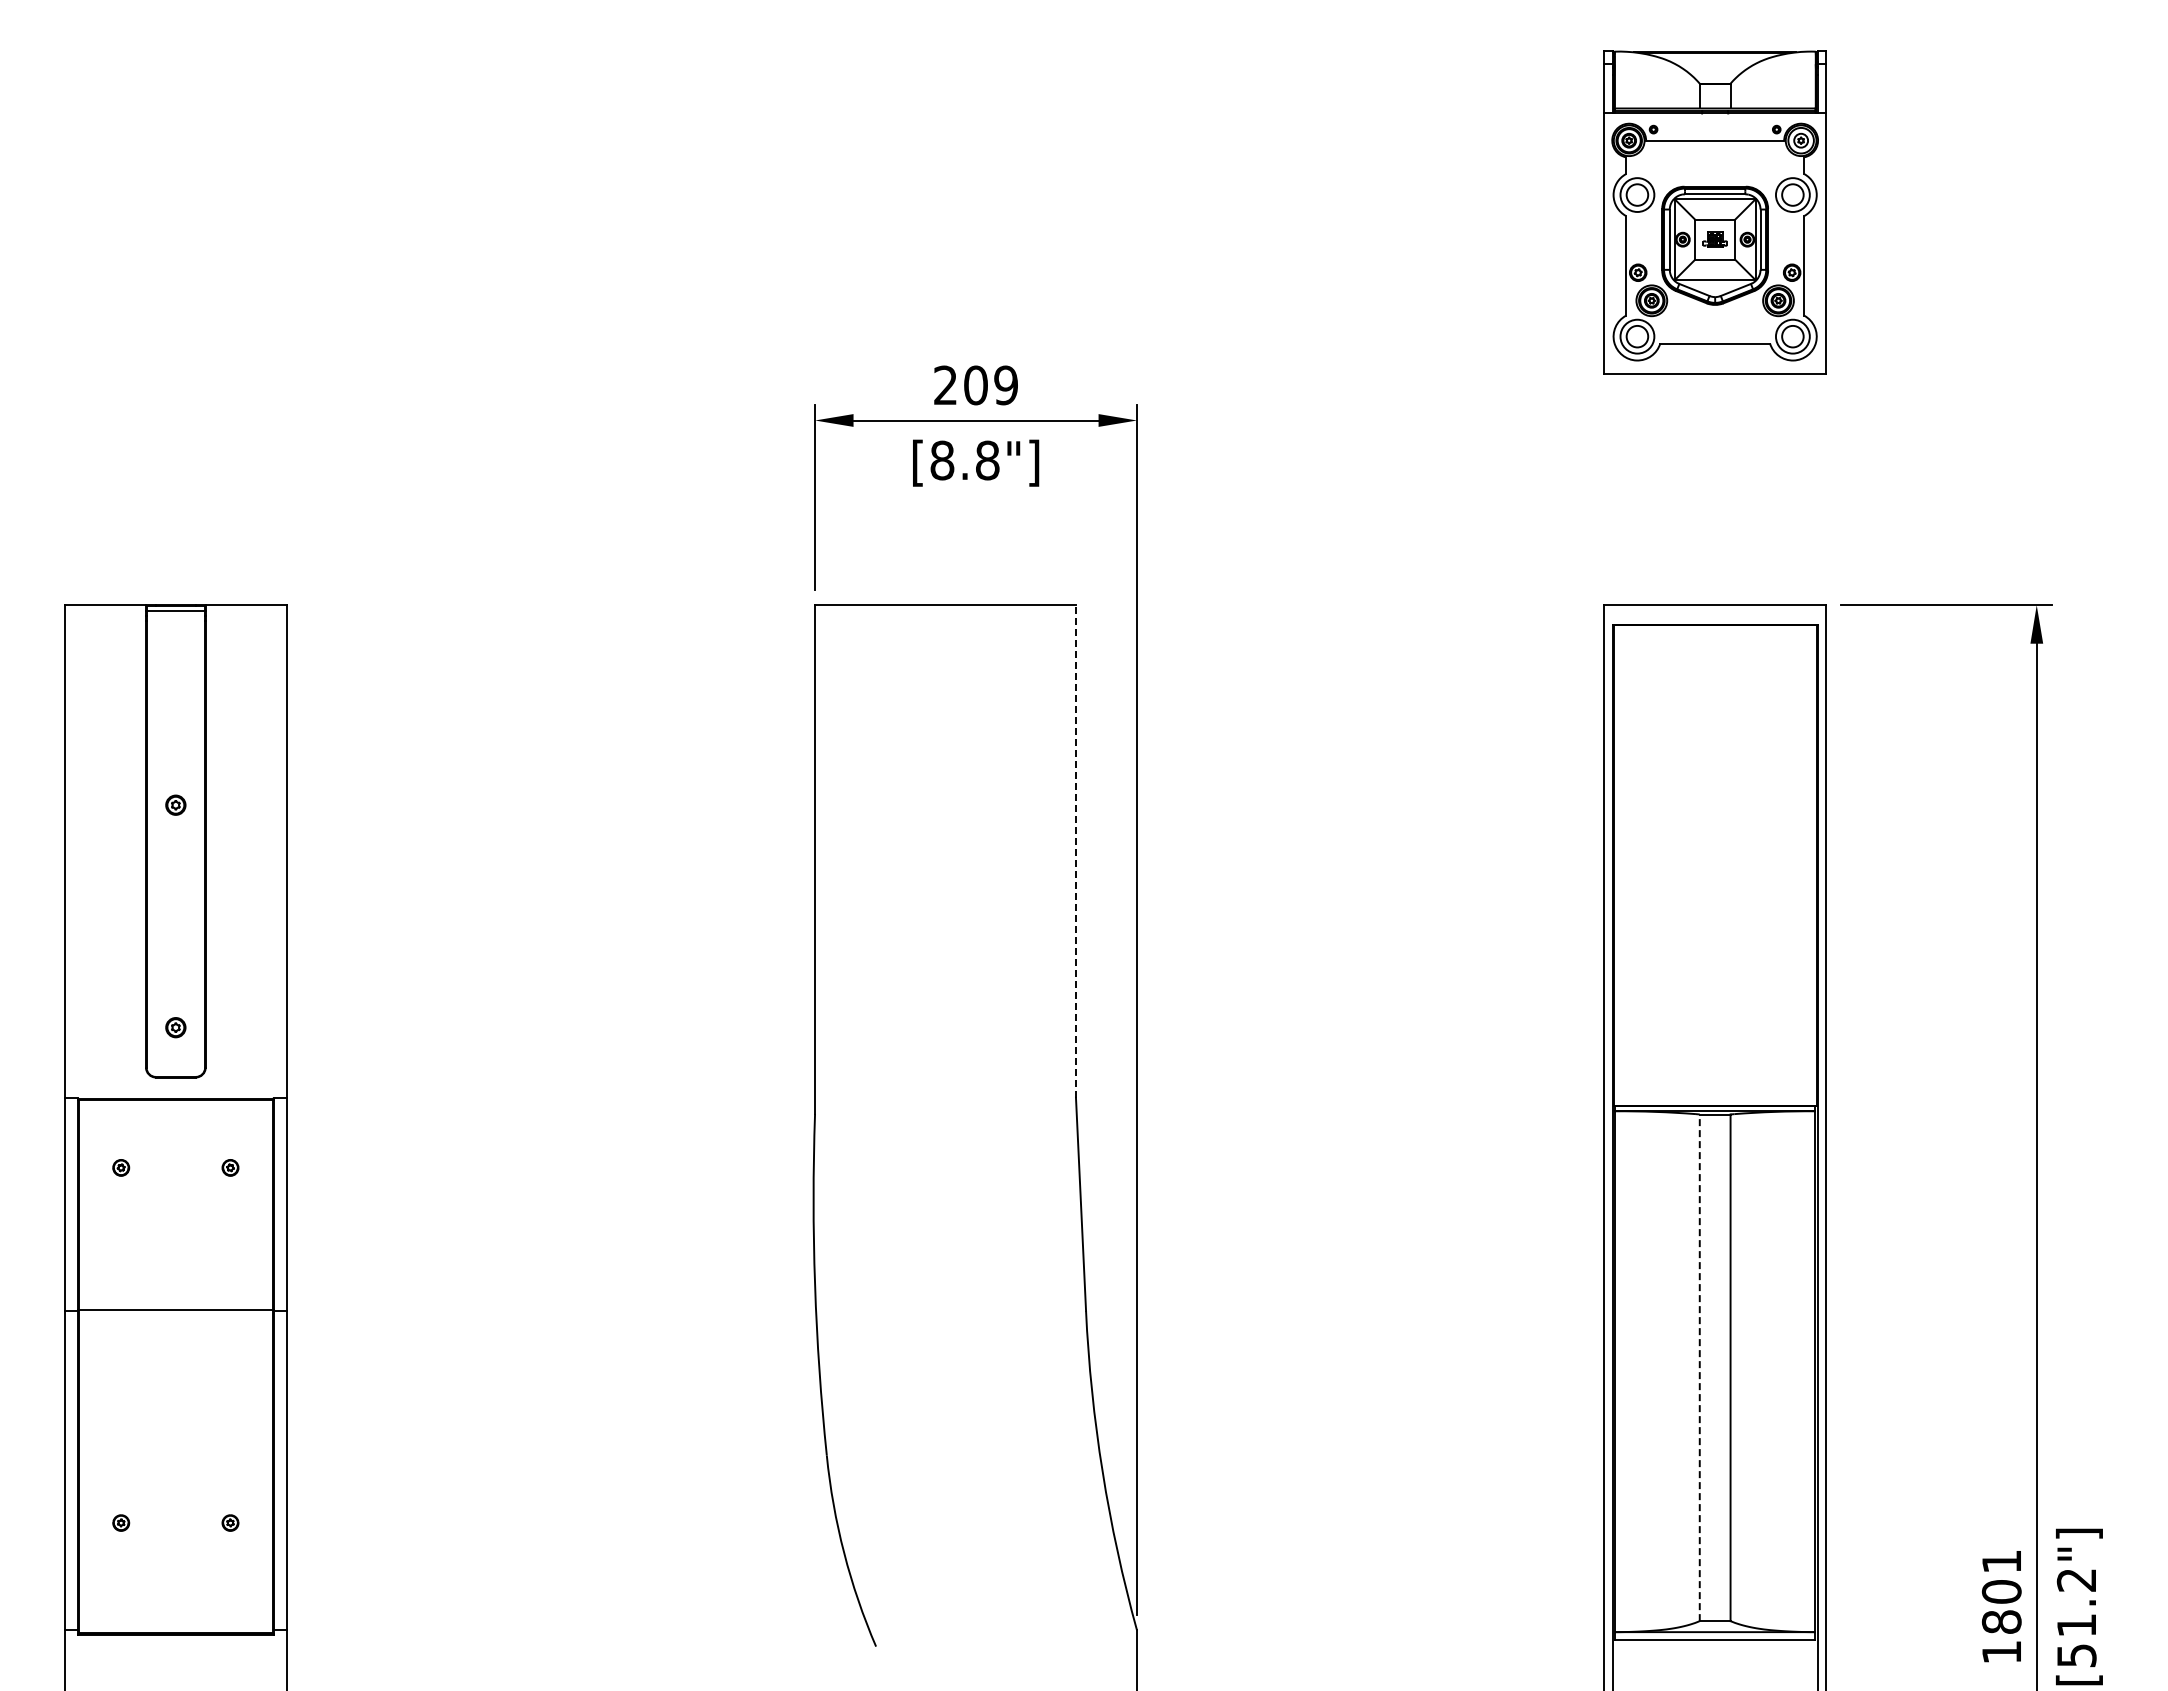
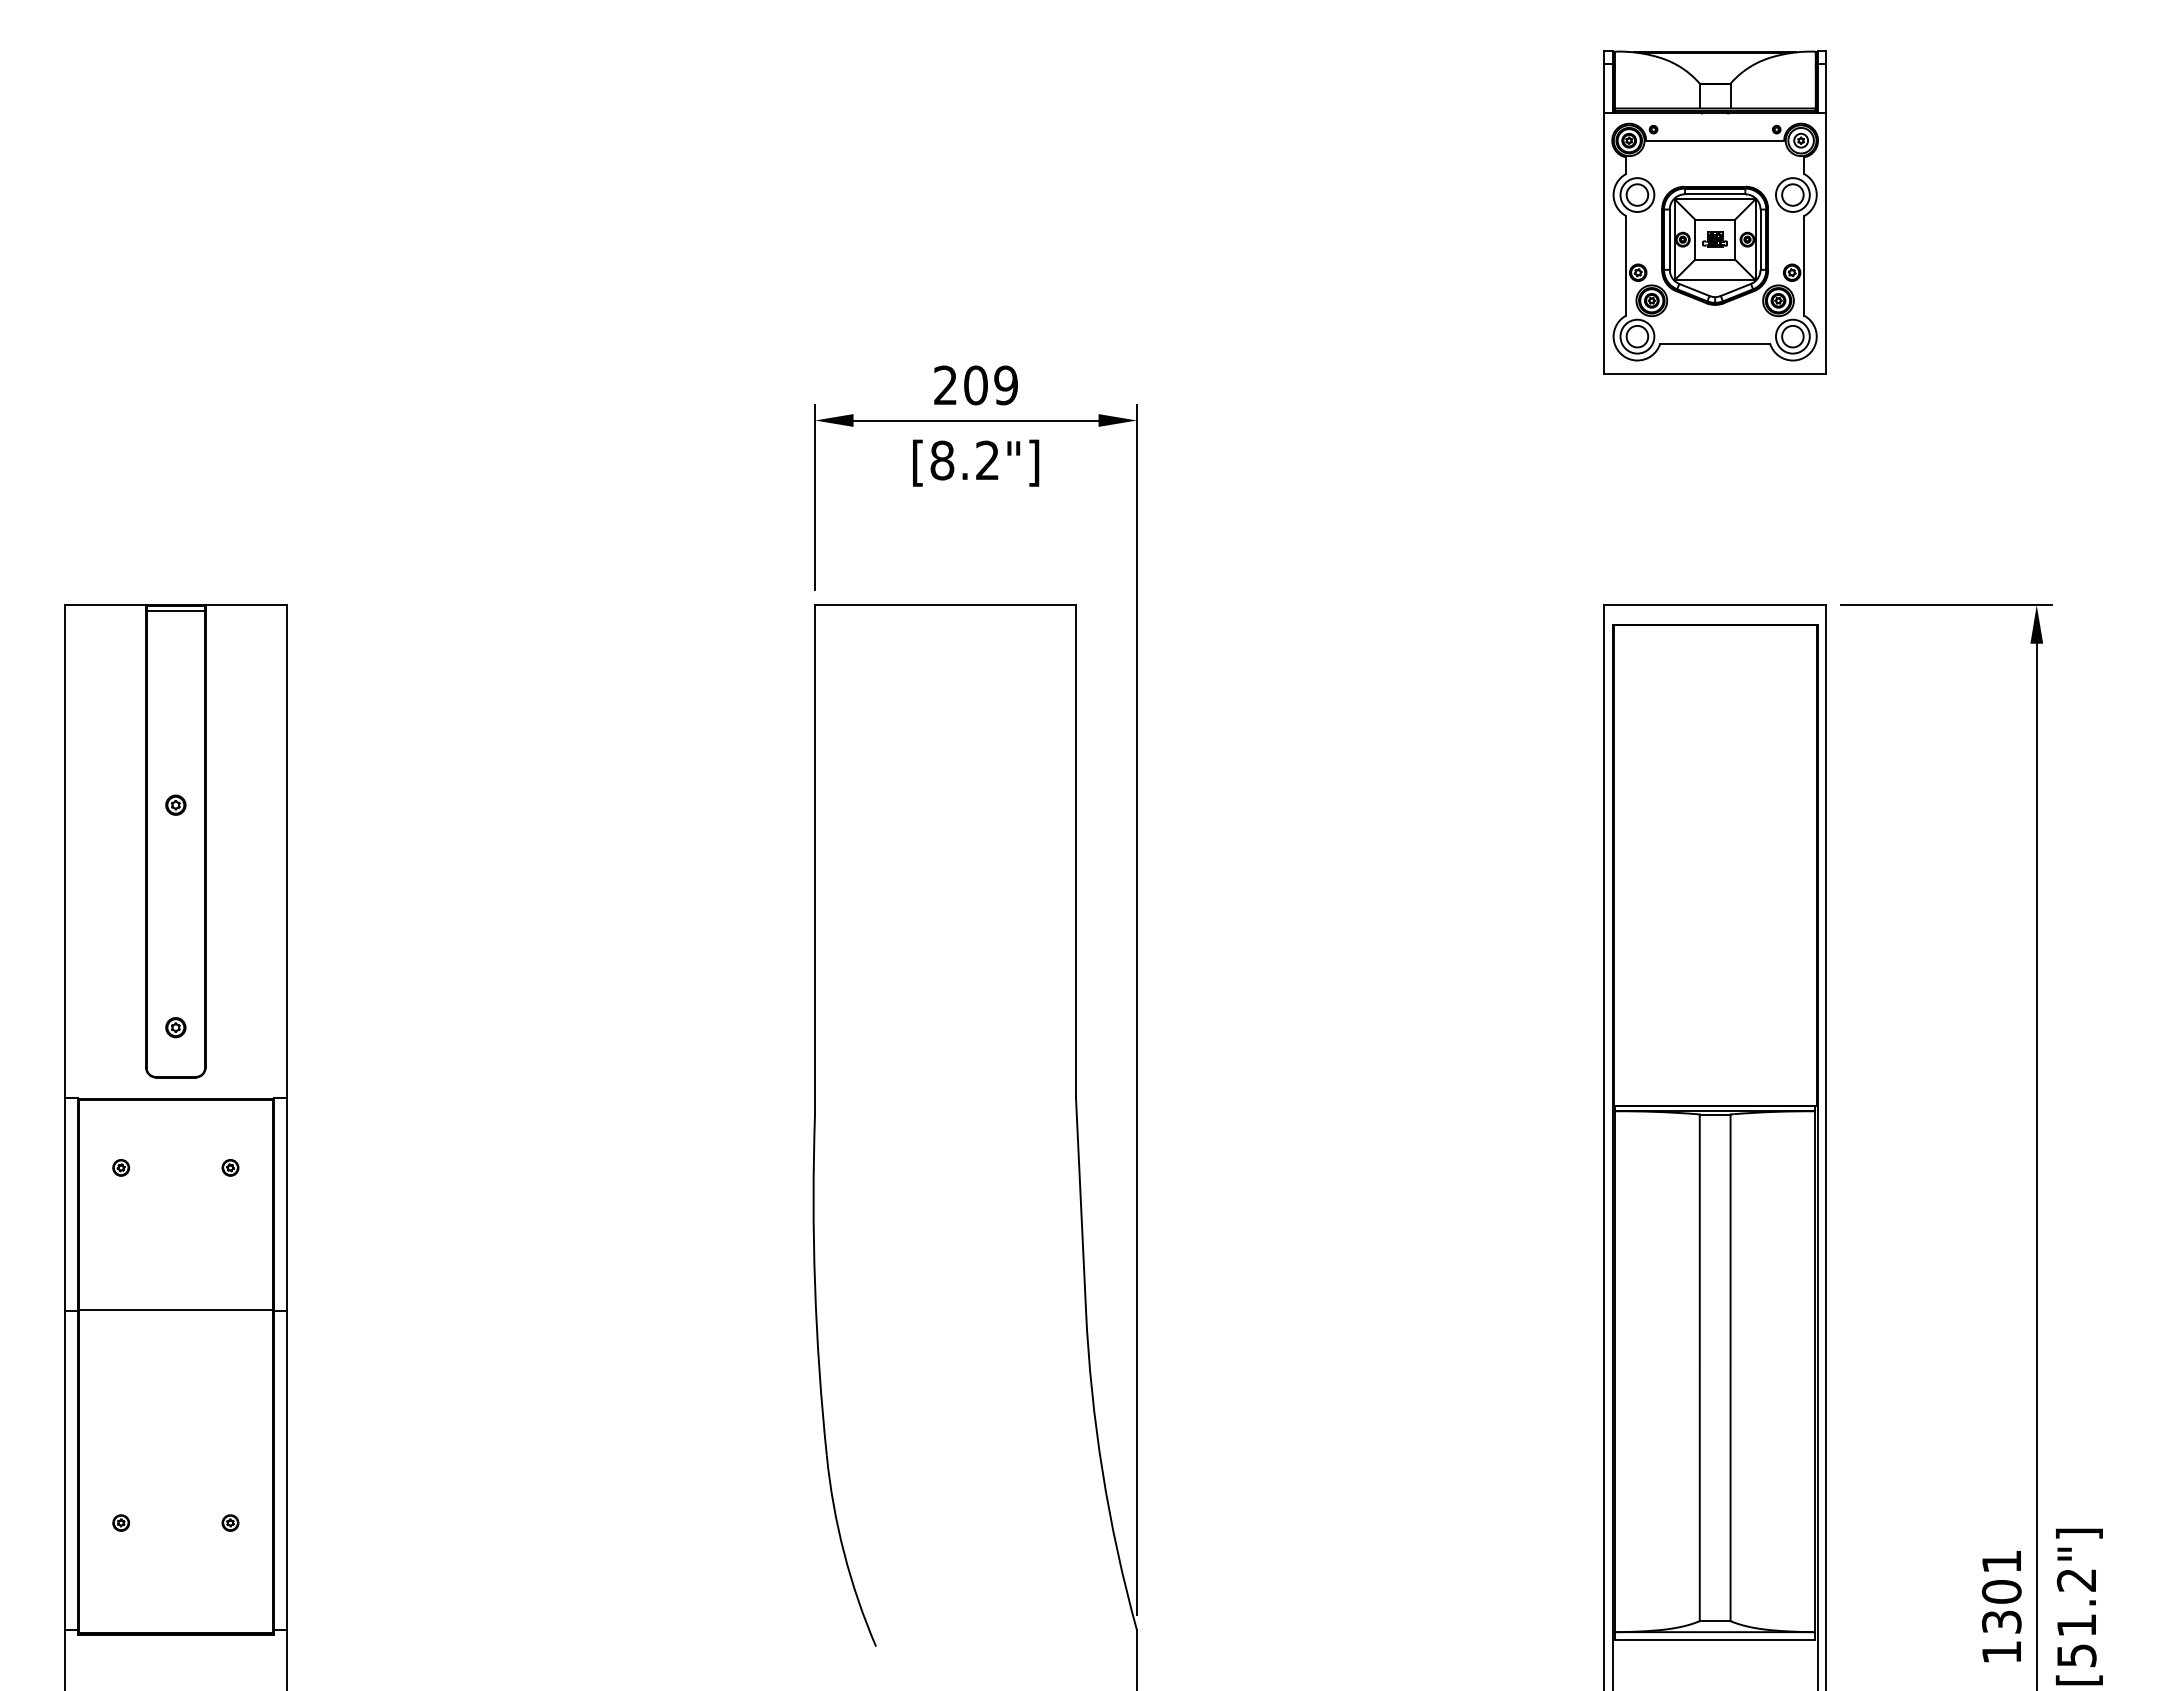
text at (987, 460): [8.8"] -> [8.2"]
line at (1075, 850): dashed -> solid
line at (1699, 1367): dashed -> solid
text at (2001, 1621): 1801 -> 1301
